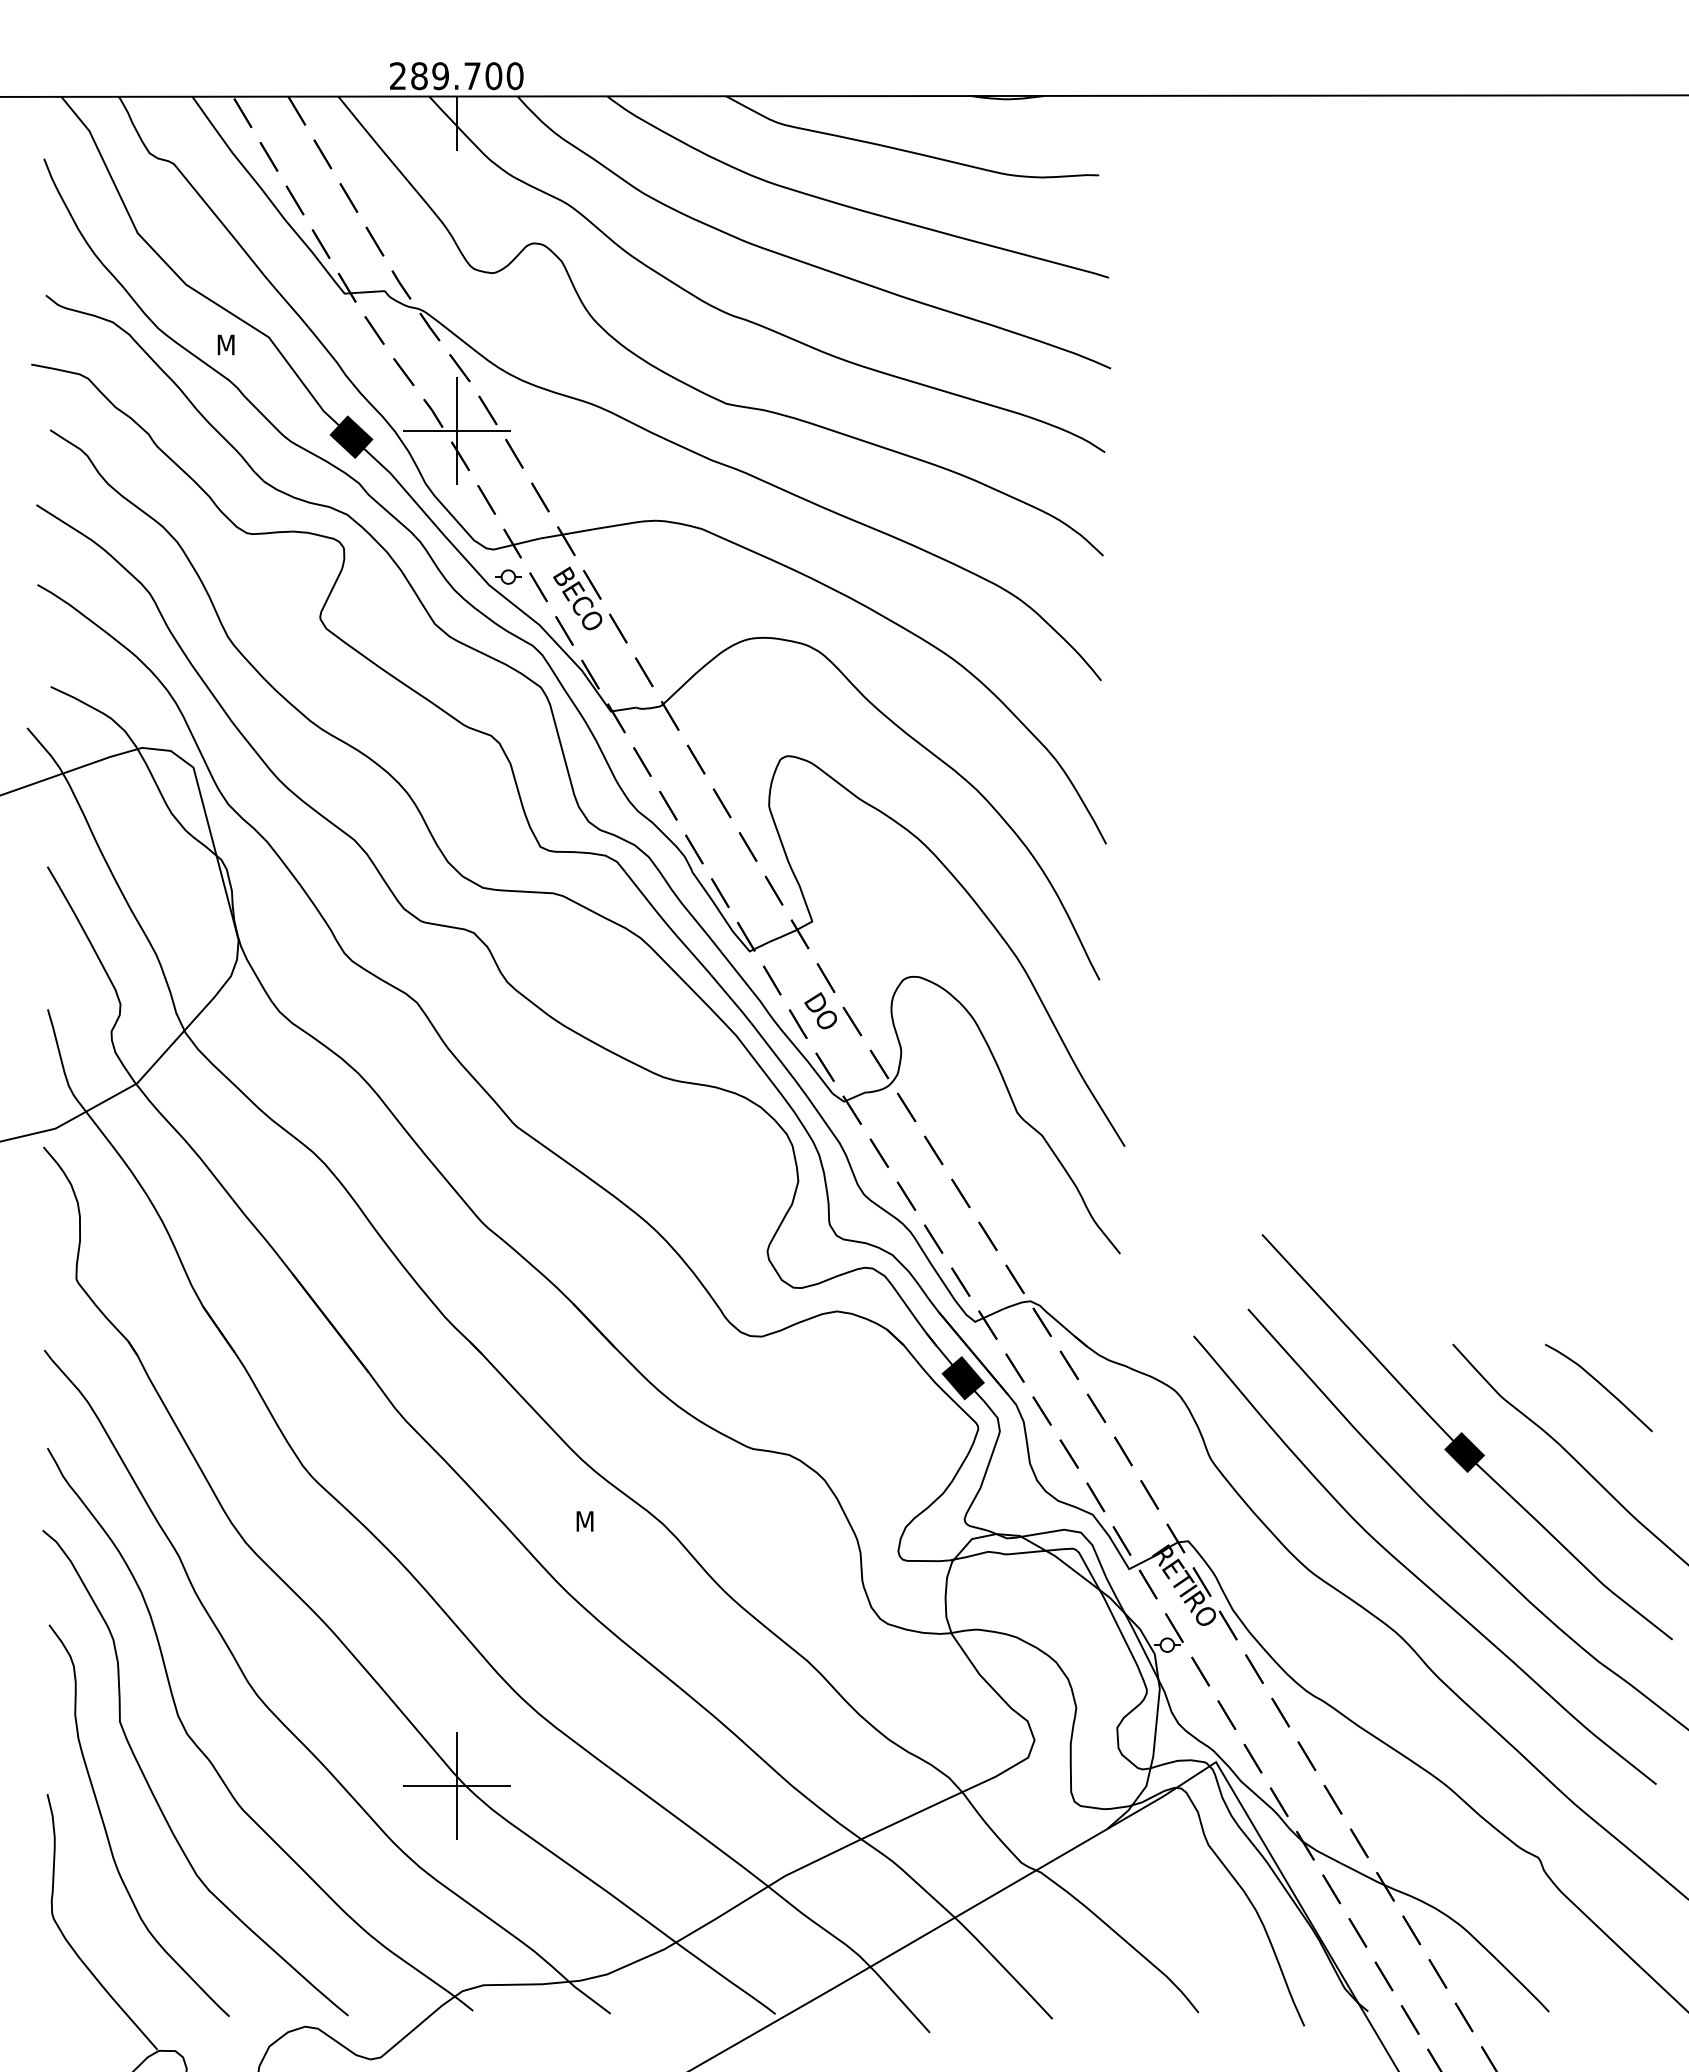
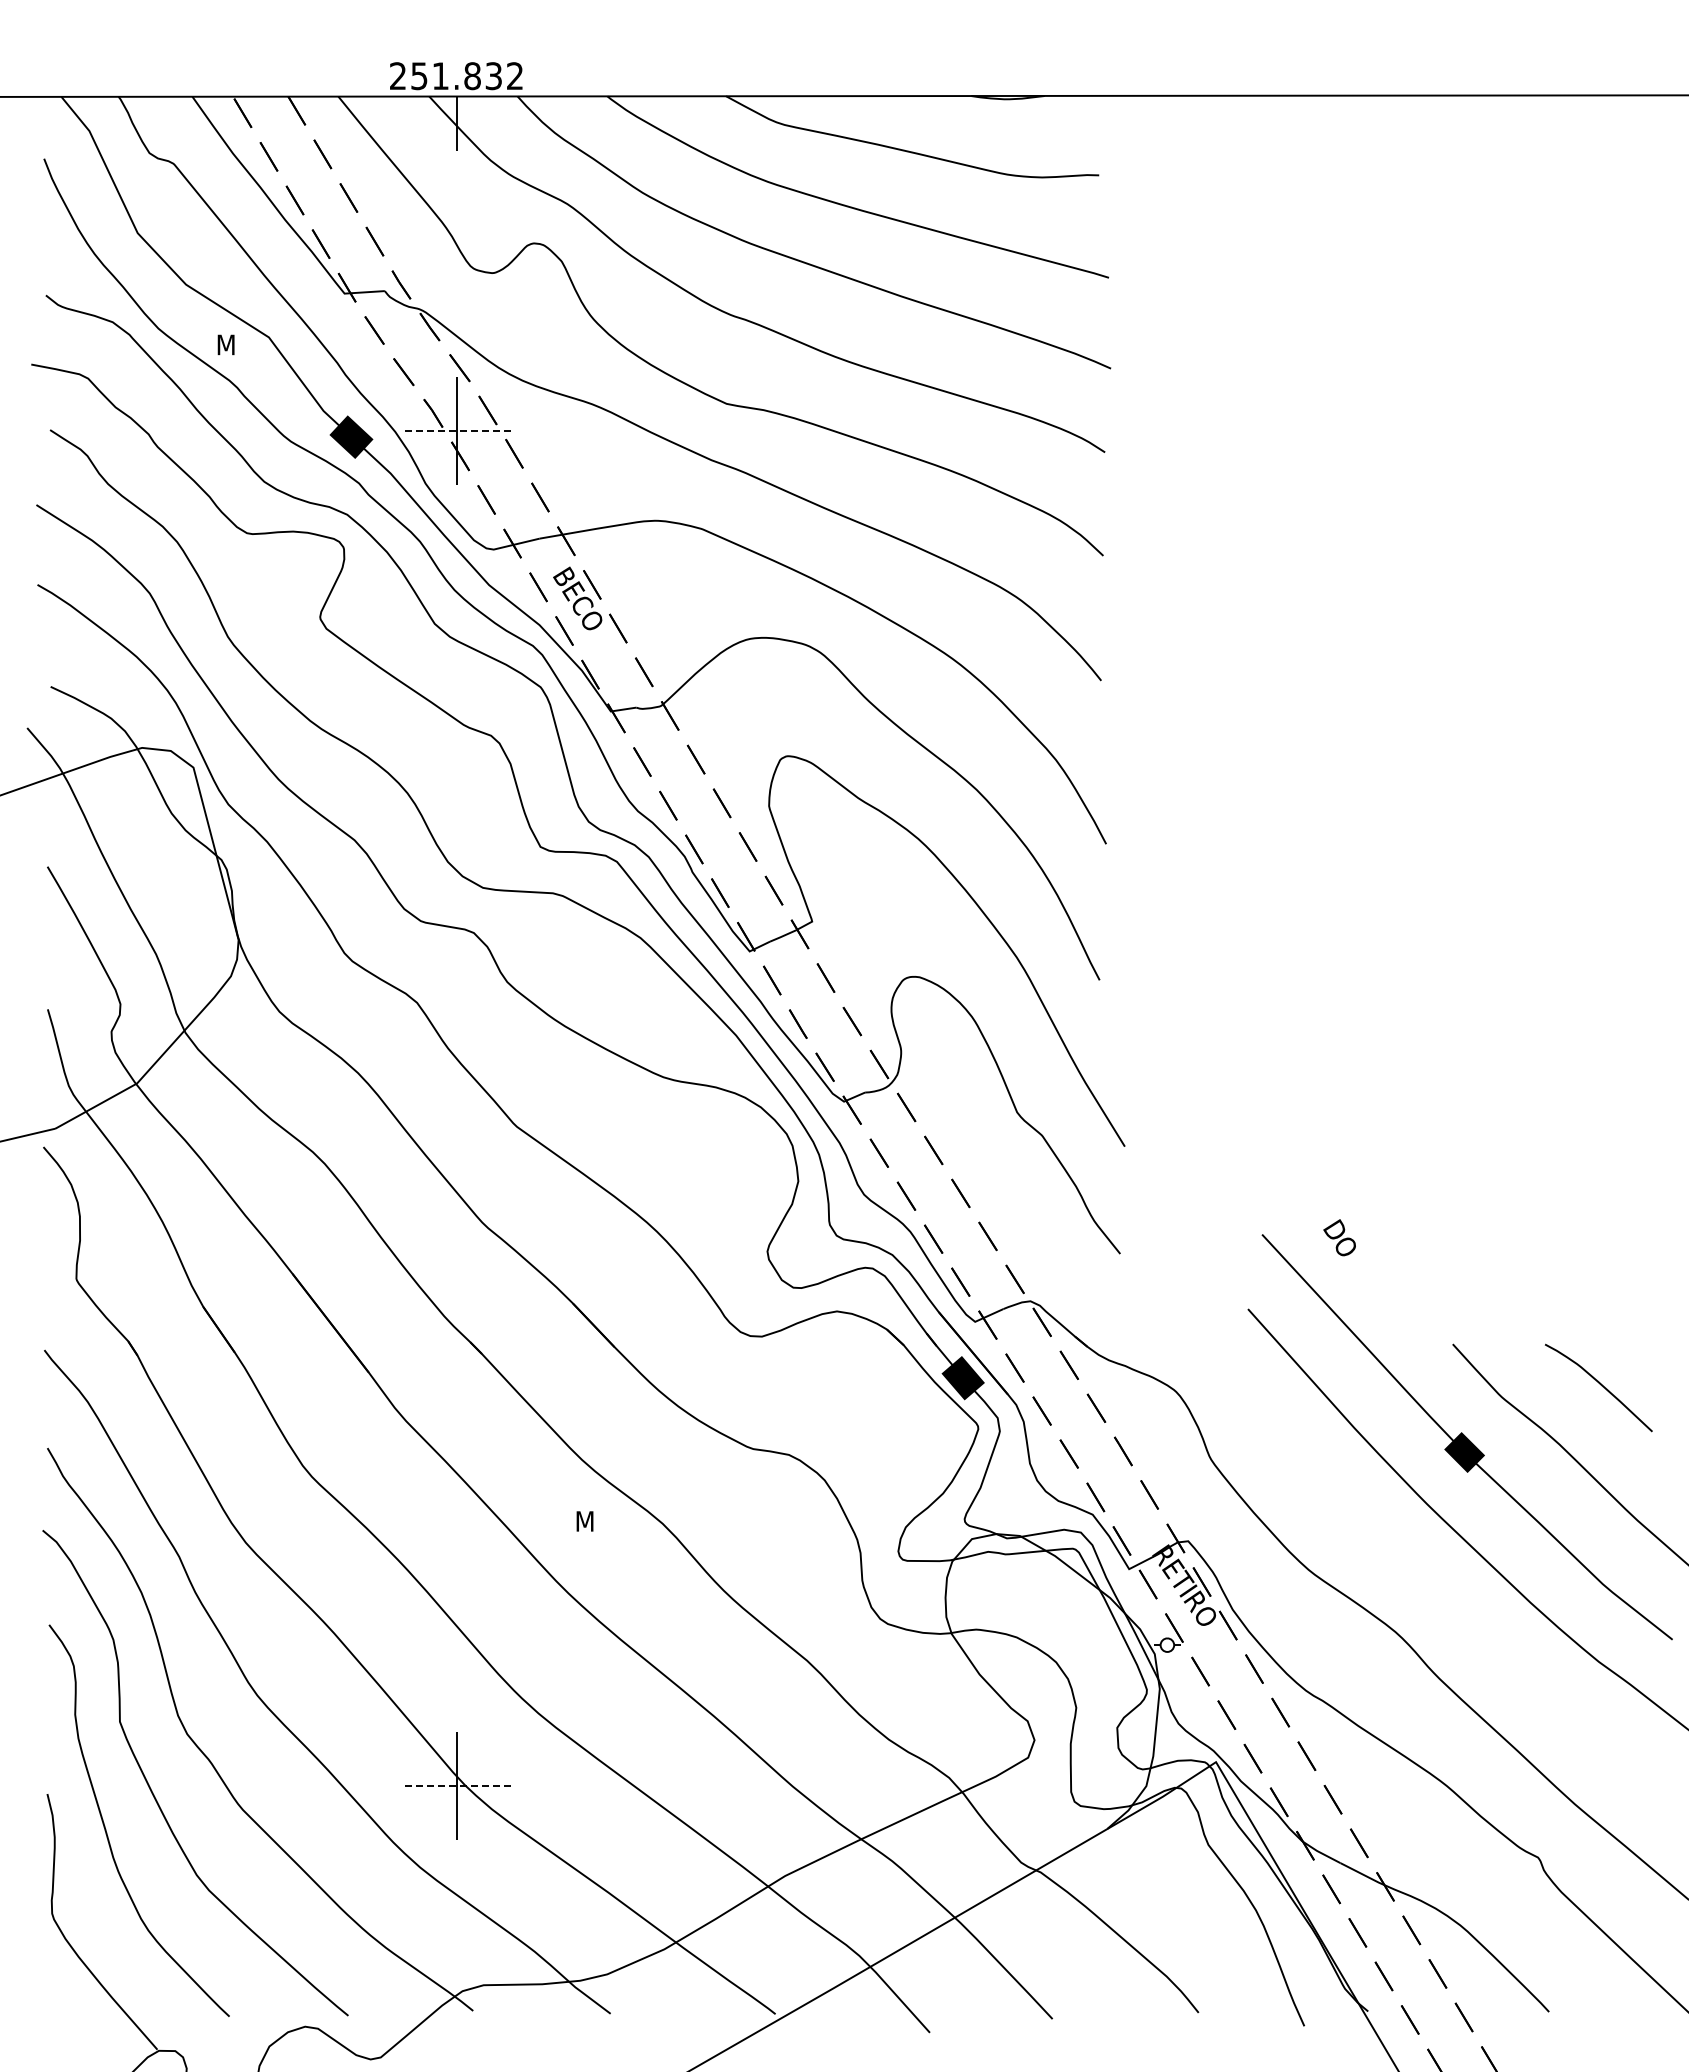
text at (467, 76): 289.700 -> 251.832
line at (456, 430): solid -> dashed
part at (508, 576): present -> none
text at (820, 1010) position: (820, 1010) -> (1339, 1237)
curve at (1413, 1572): present -> none
line at (456, 1786): solid -> dashed
